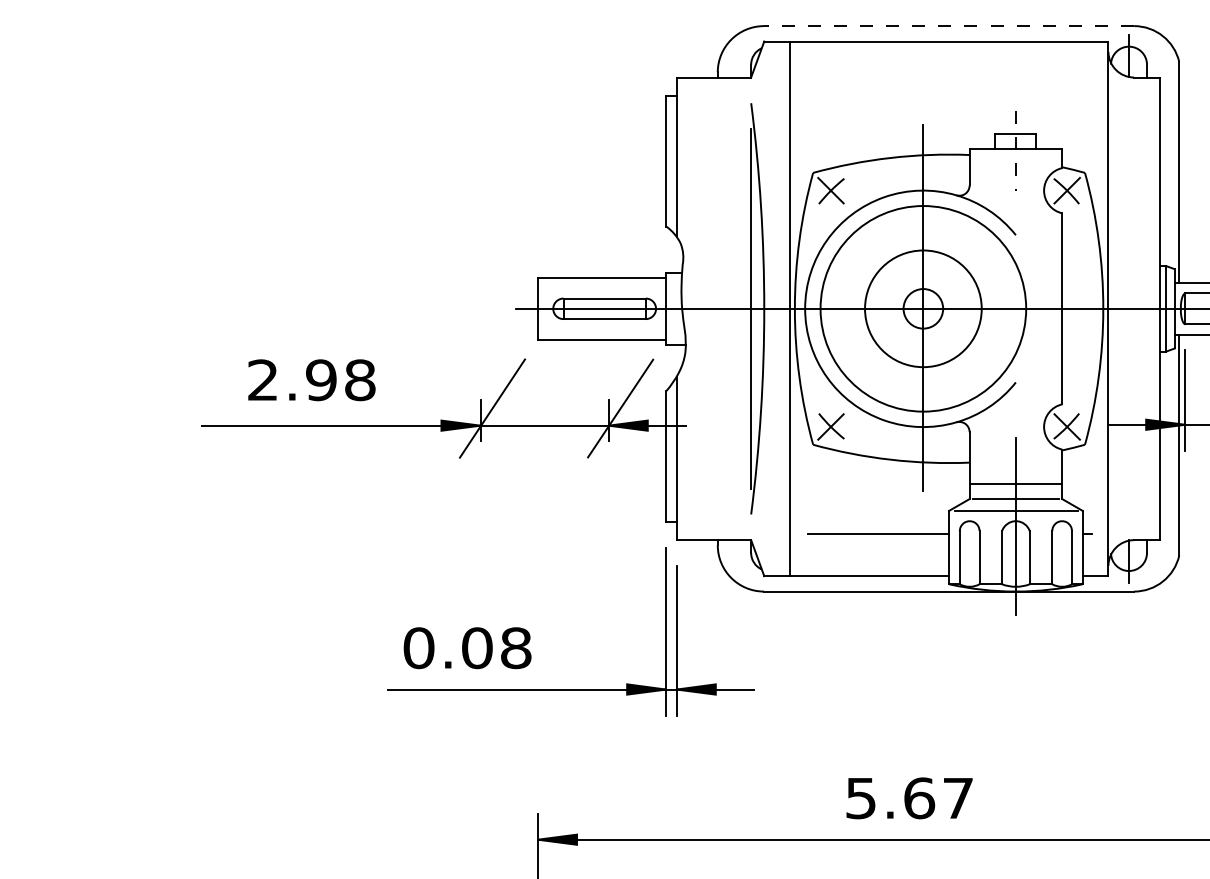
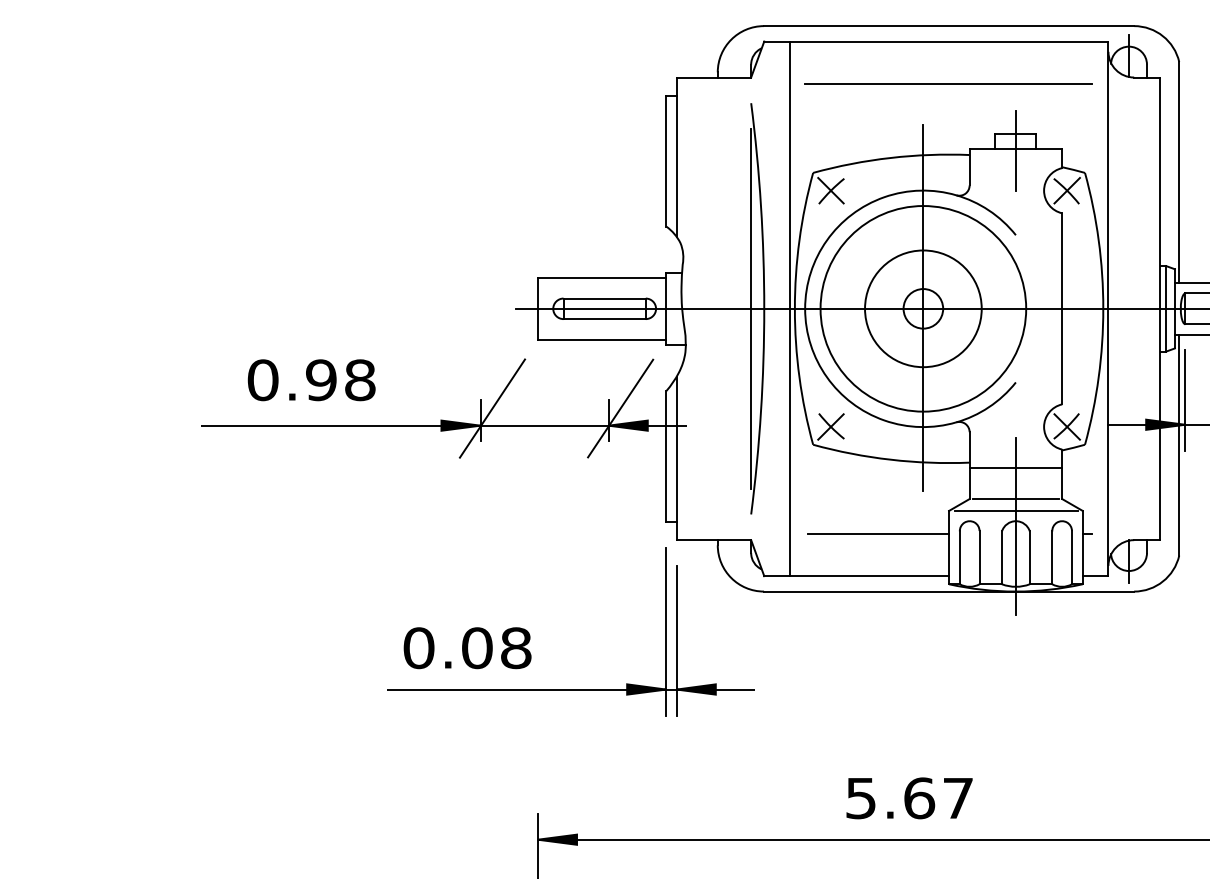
line at (948, 26): dashed -> solid
line at (948, 83): none -> present
line at (1015, 151): dashed -> solid
text at (262, 380): 2.98 -> 0.98
line at (1015, 484) position: (1015, 484) -> (1015, 468)
